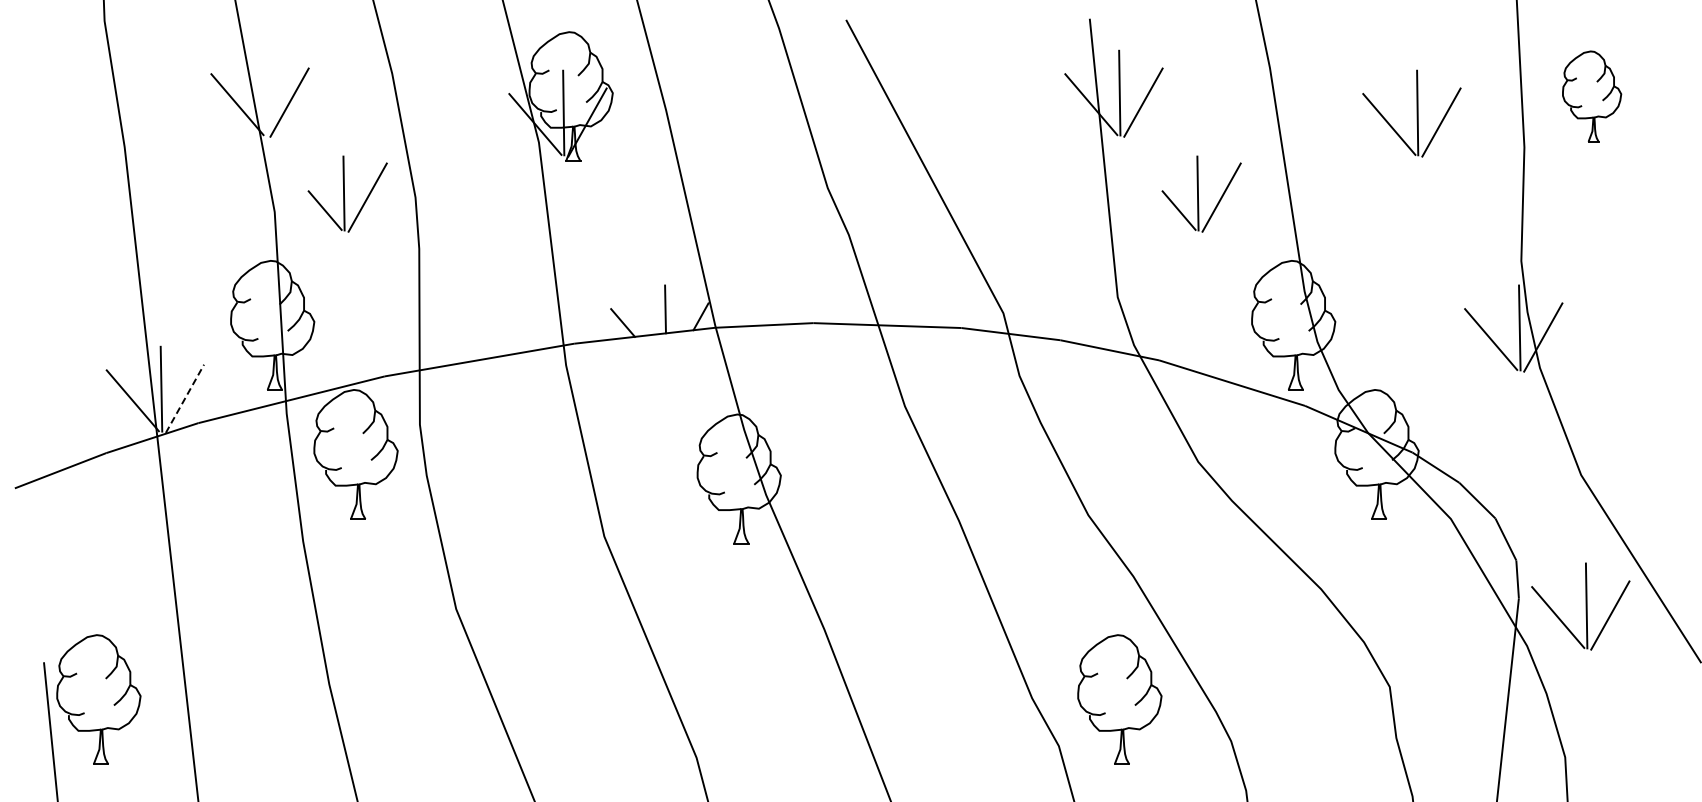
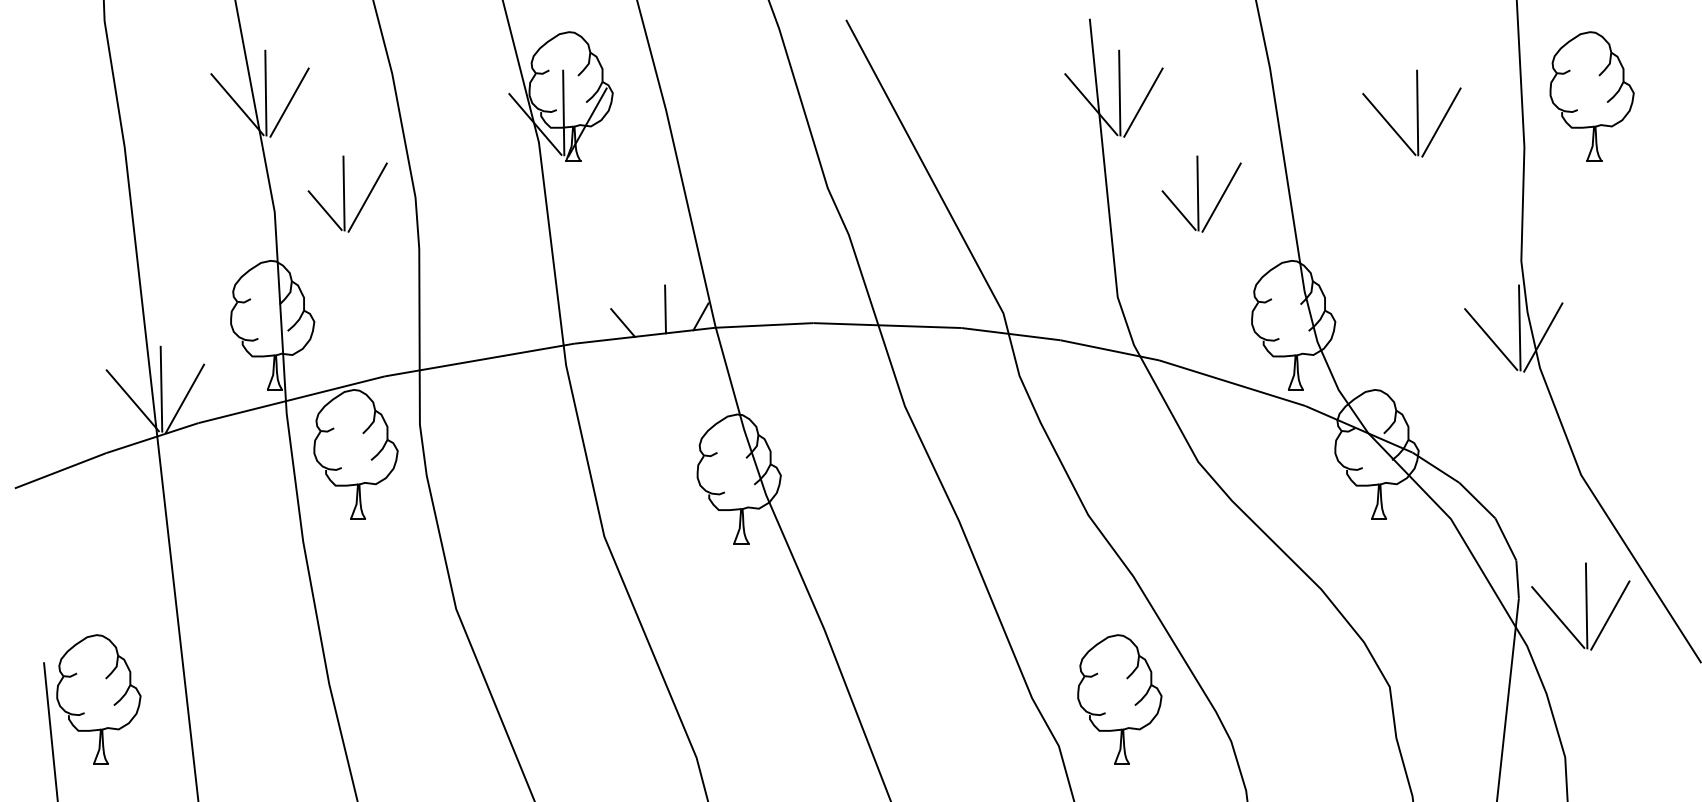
line at (265, 92): none -> present
part at (1592, 96) size: 61x93 px -> 86x131 px
line at (185, 398): dashed -> solid
